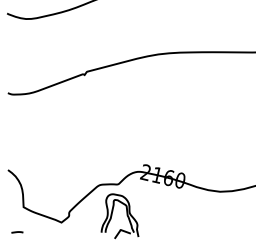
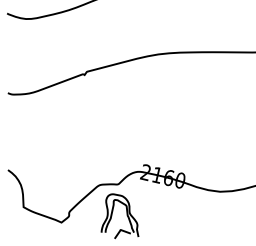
curve at (17, 232): present -> none
